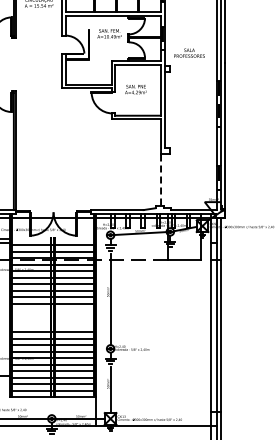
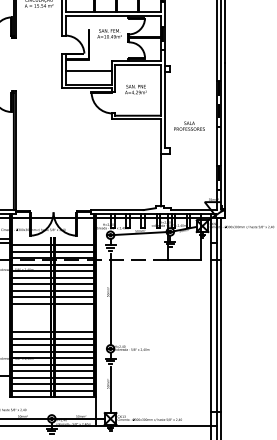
text at (189, 52) position: (189, 52) -> (189, 125)
line at (88, 70): none -> present
line at (161, 180): dashed -> solid
